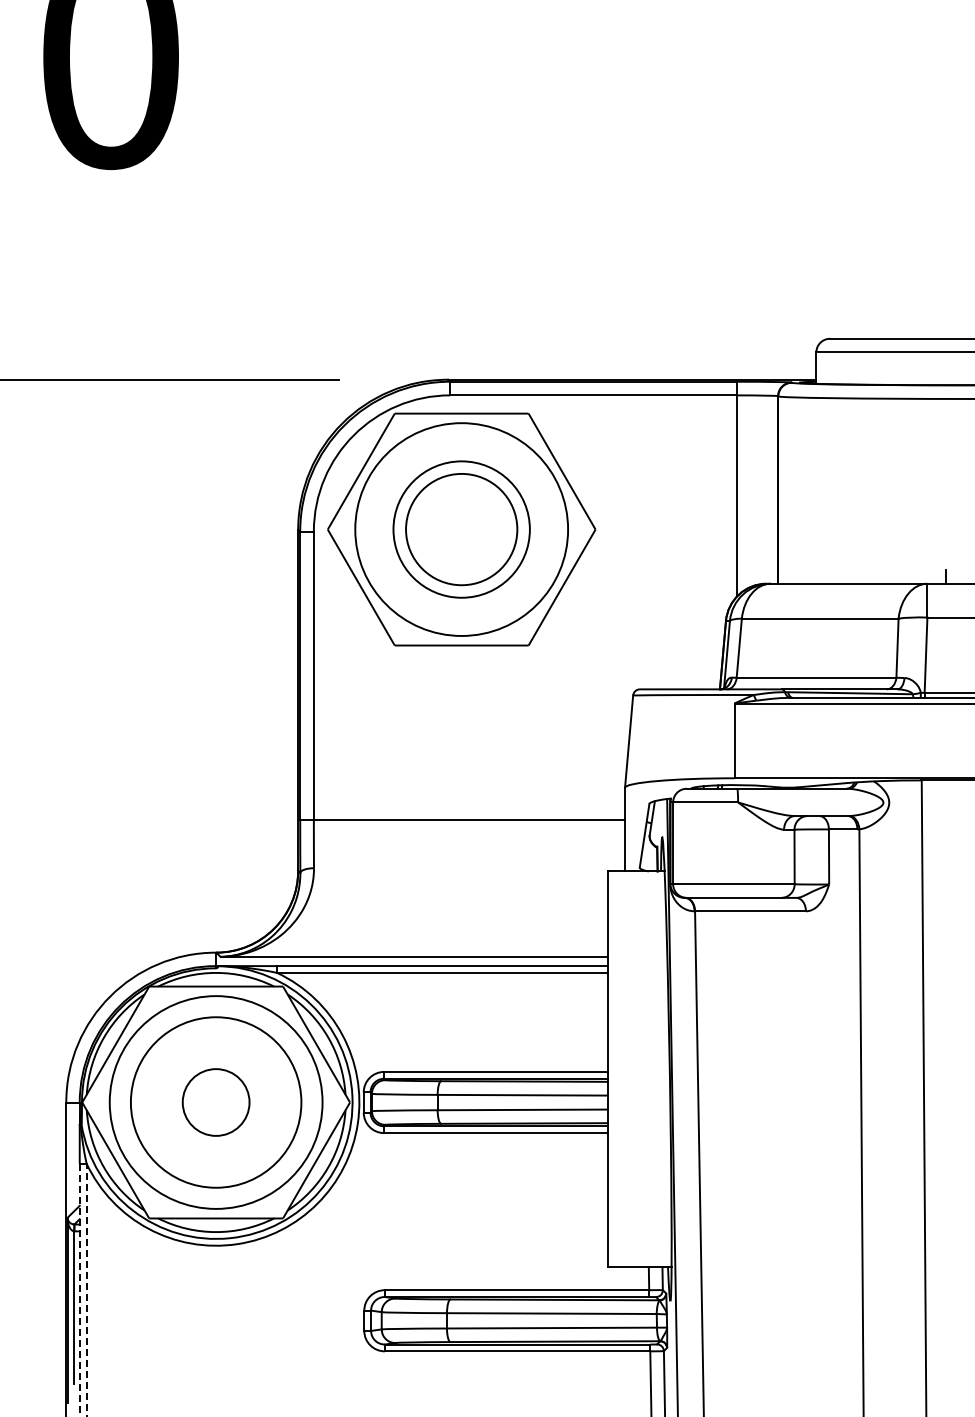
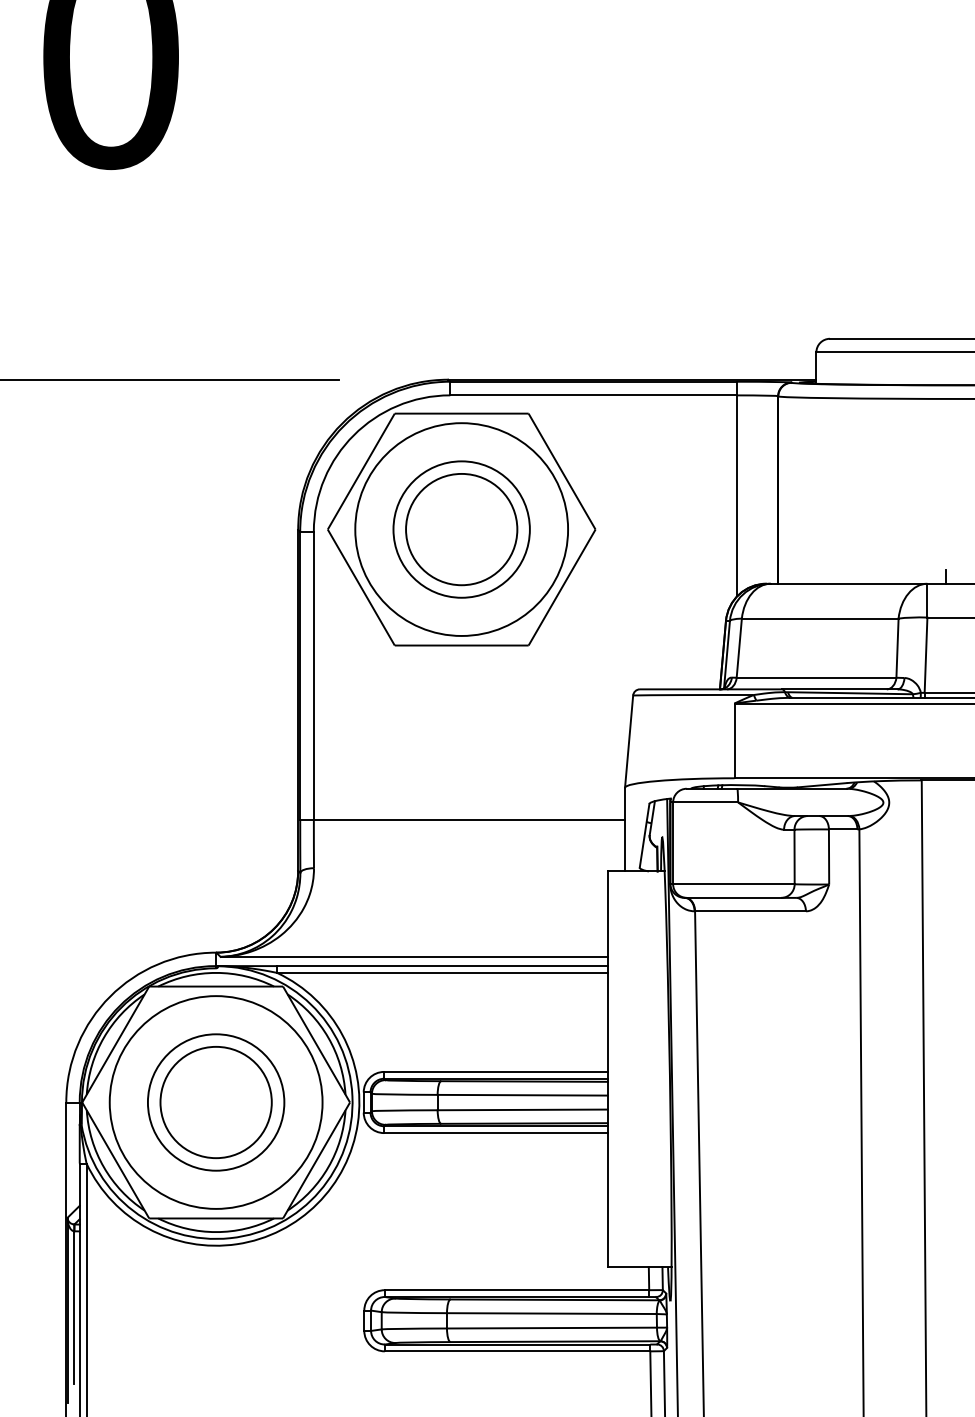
circle at (215, 1102) diameter: 171 px -> 136 px
circle at (215, 1102) diameter: 67 px -> 111 px
line at (79, 1290): dashed -> solid
line at (86, 1290): dashed -> solid
